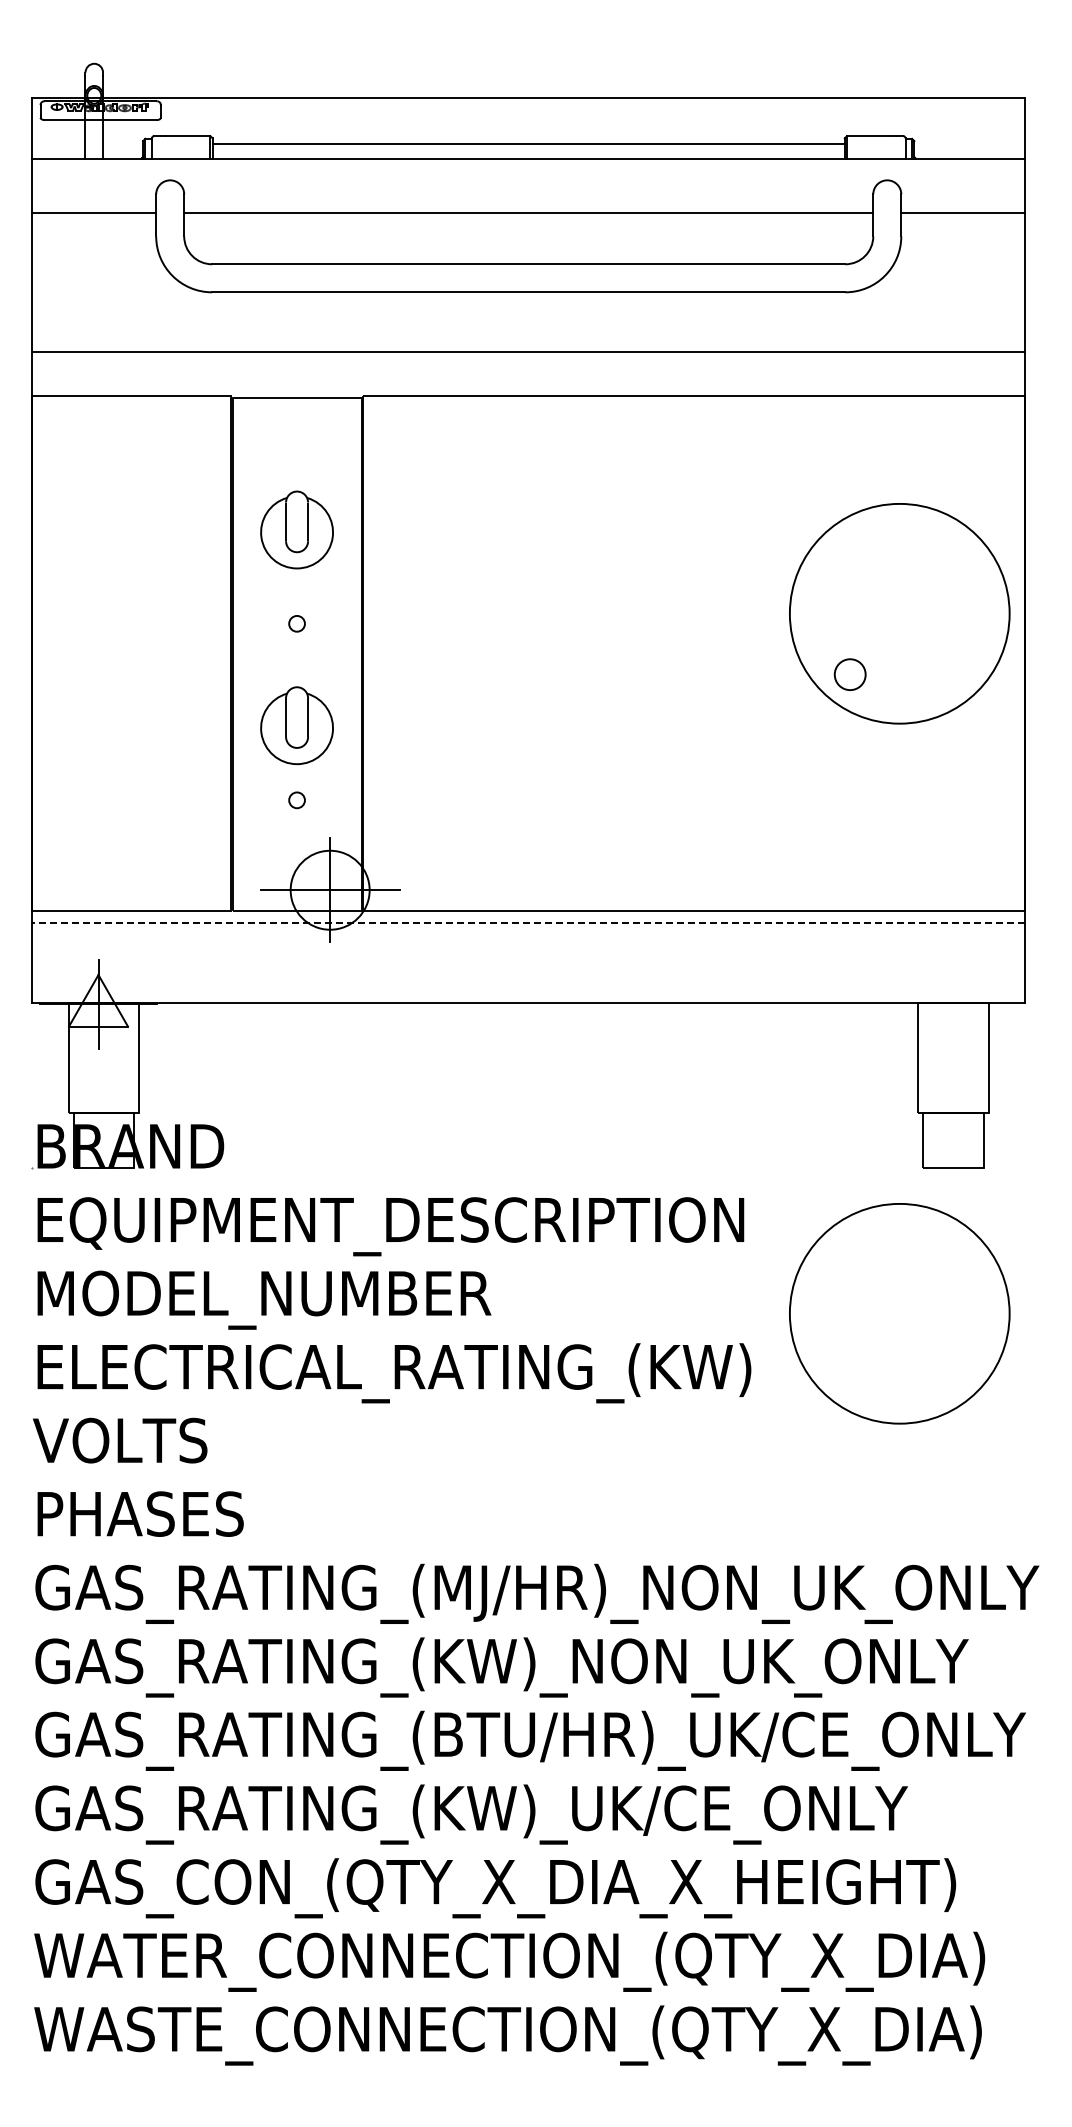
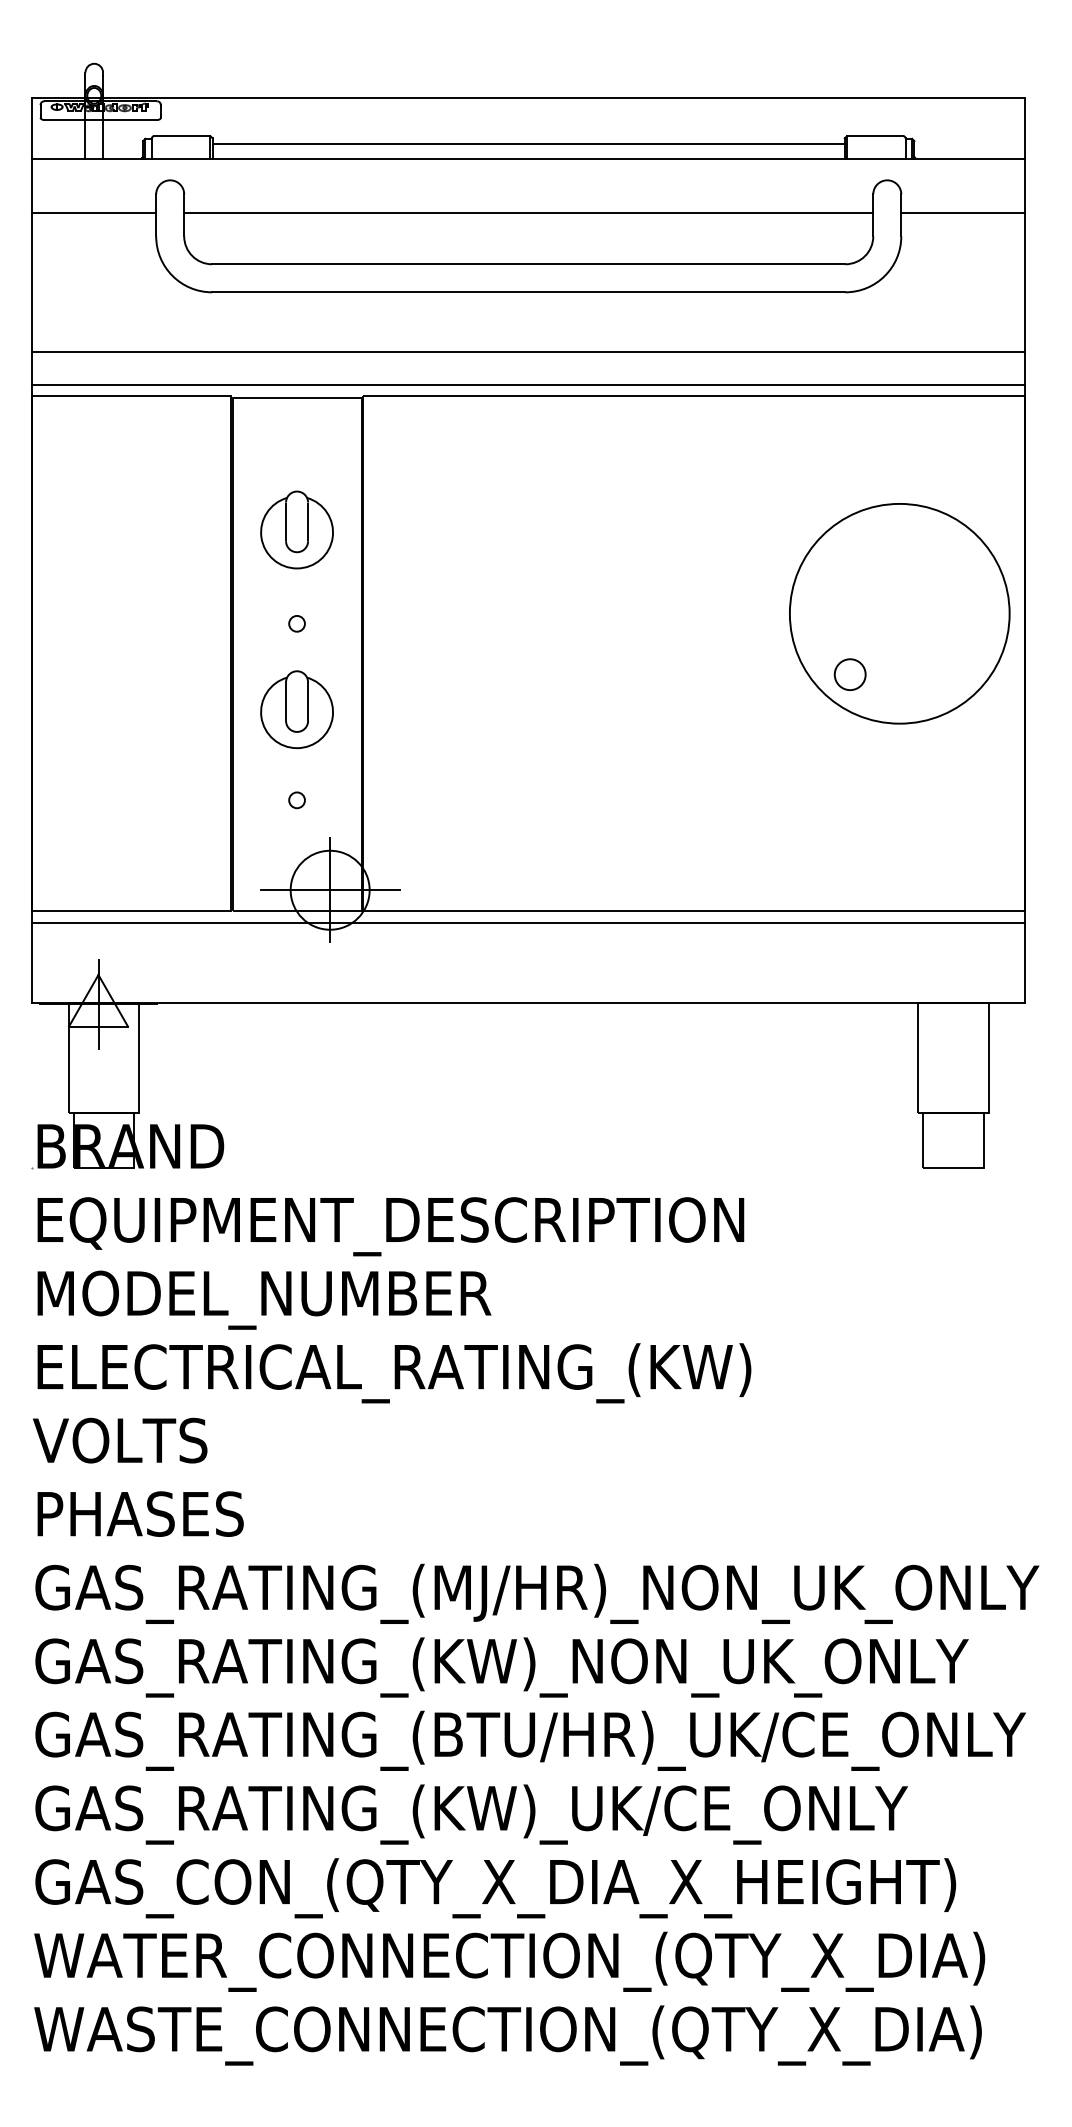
line at (528, 384): none -> present
part at (296, 725) position: (296, 725) -> (296, 709)
line at (528, 923): dashed -> solid
circle at (899, 1313): present -> none
